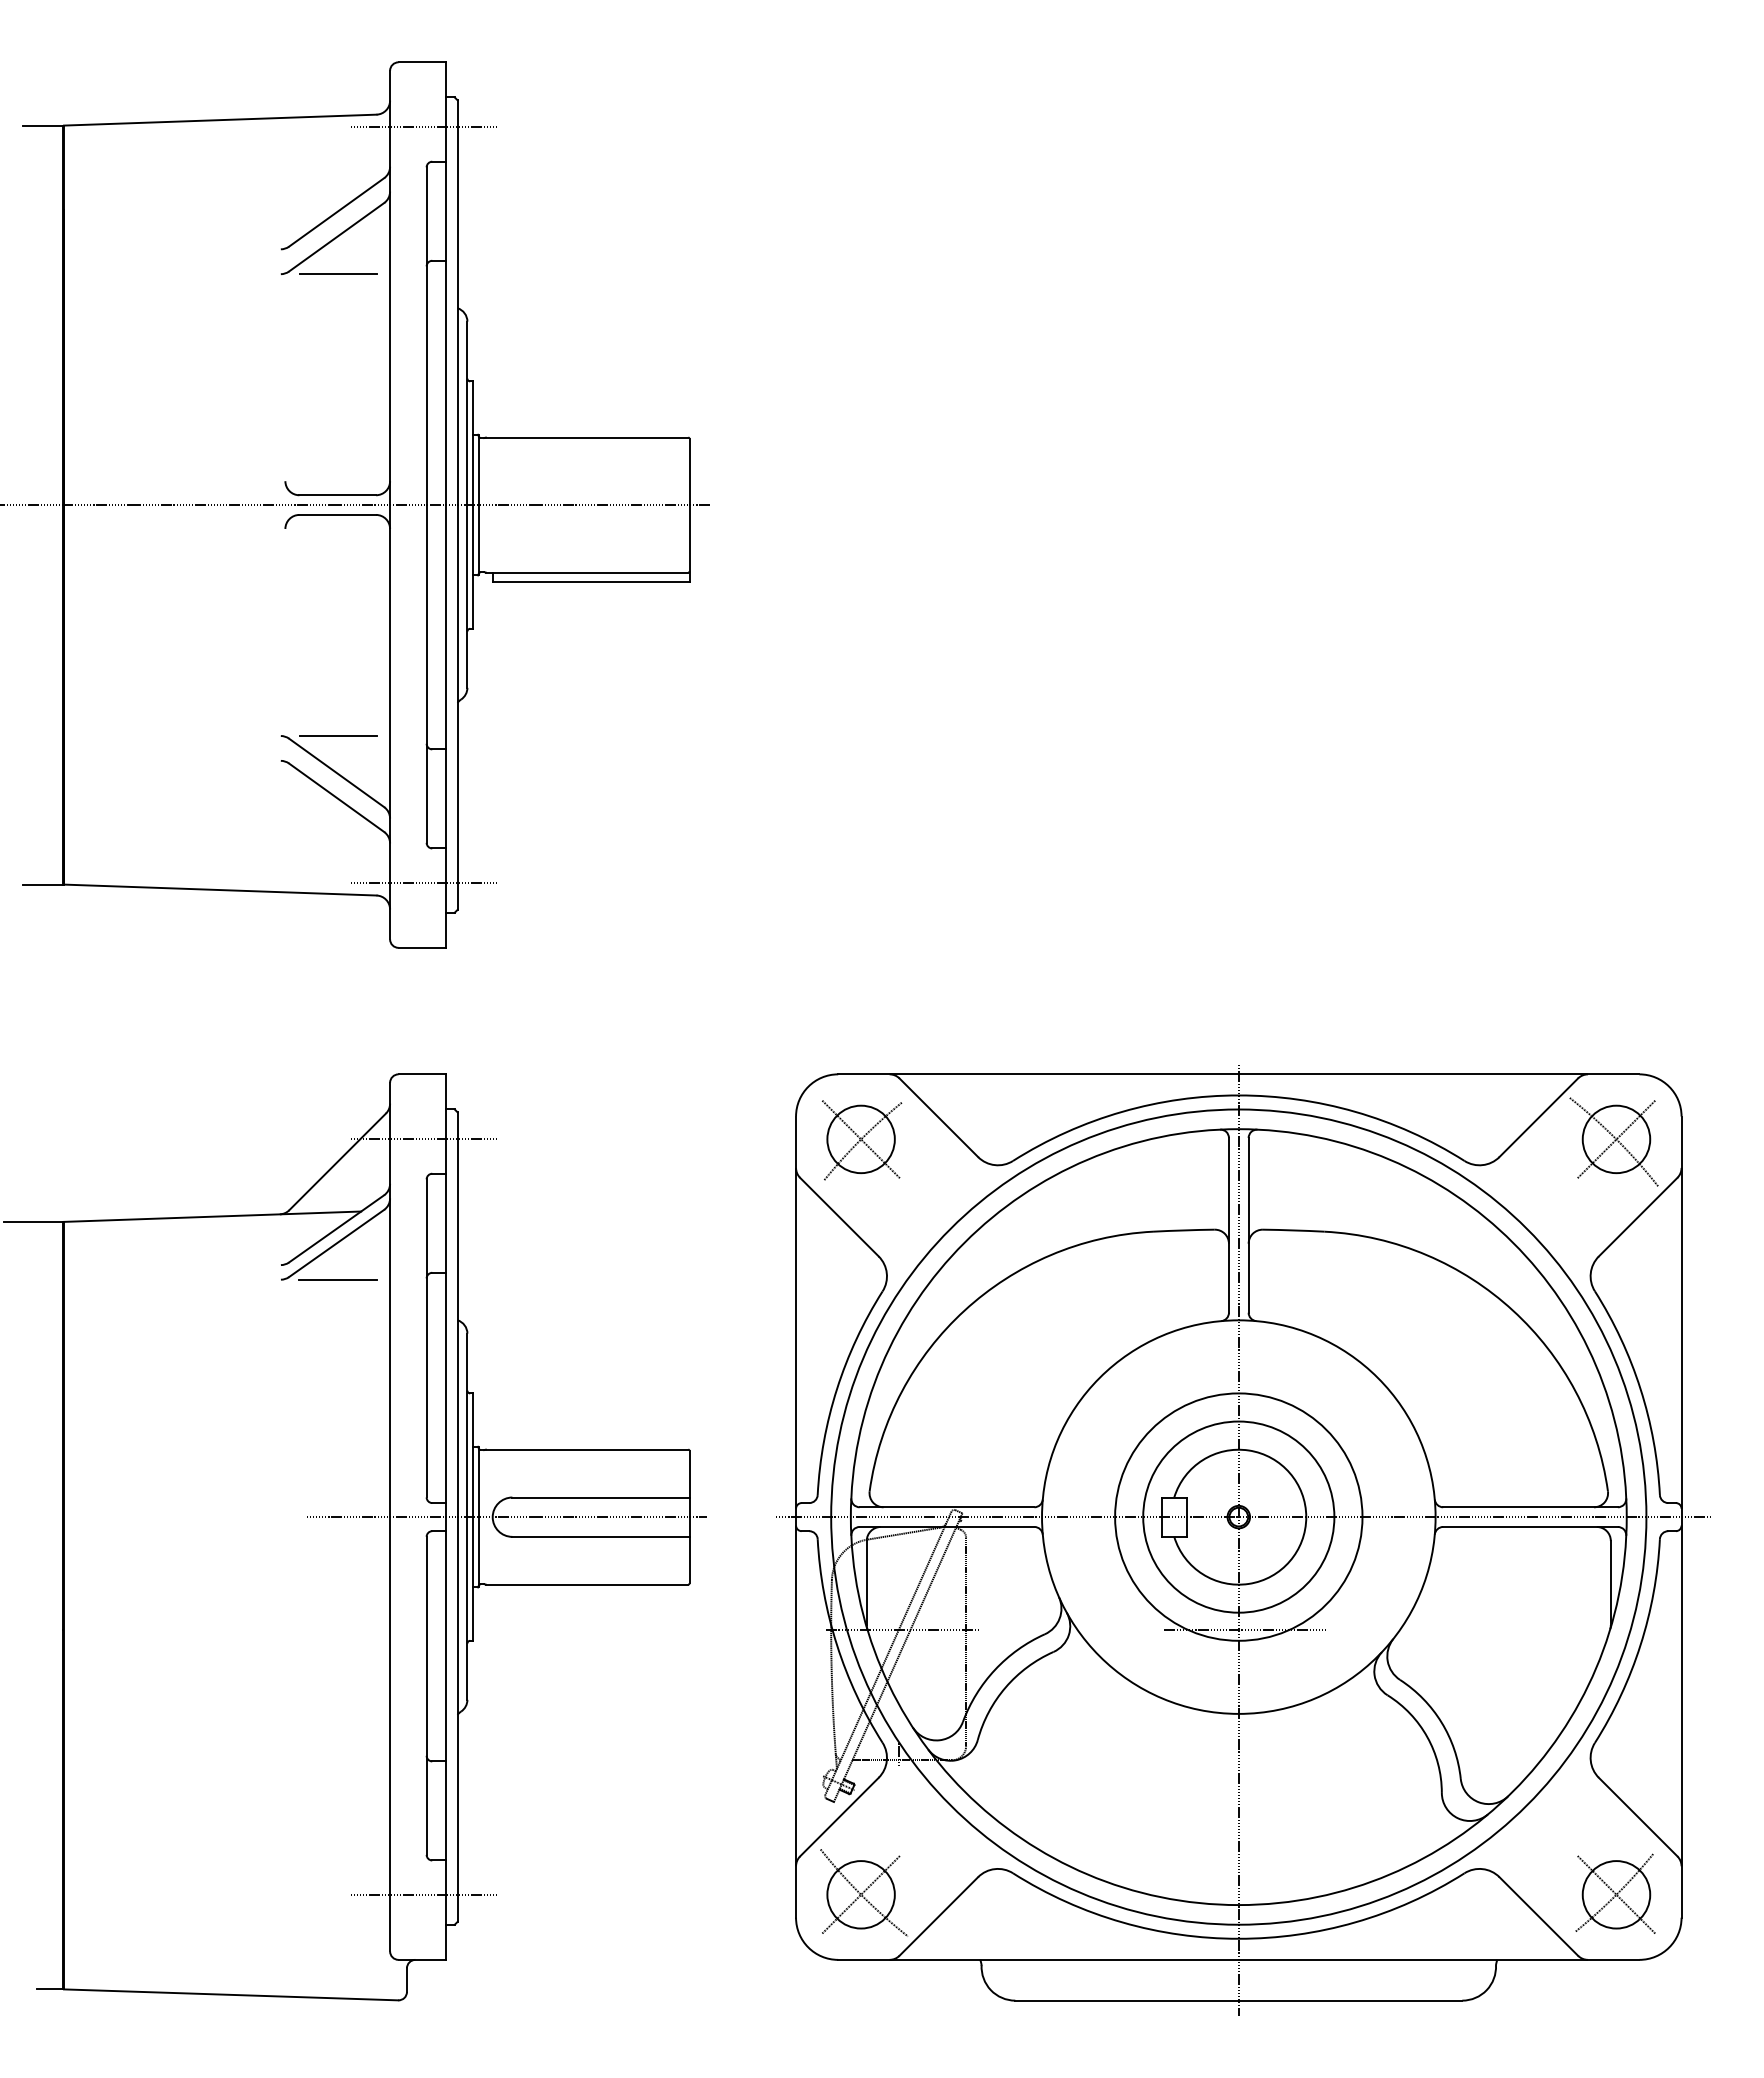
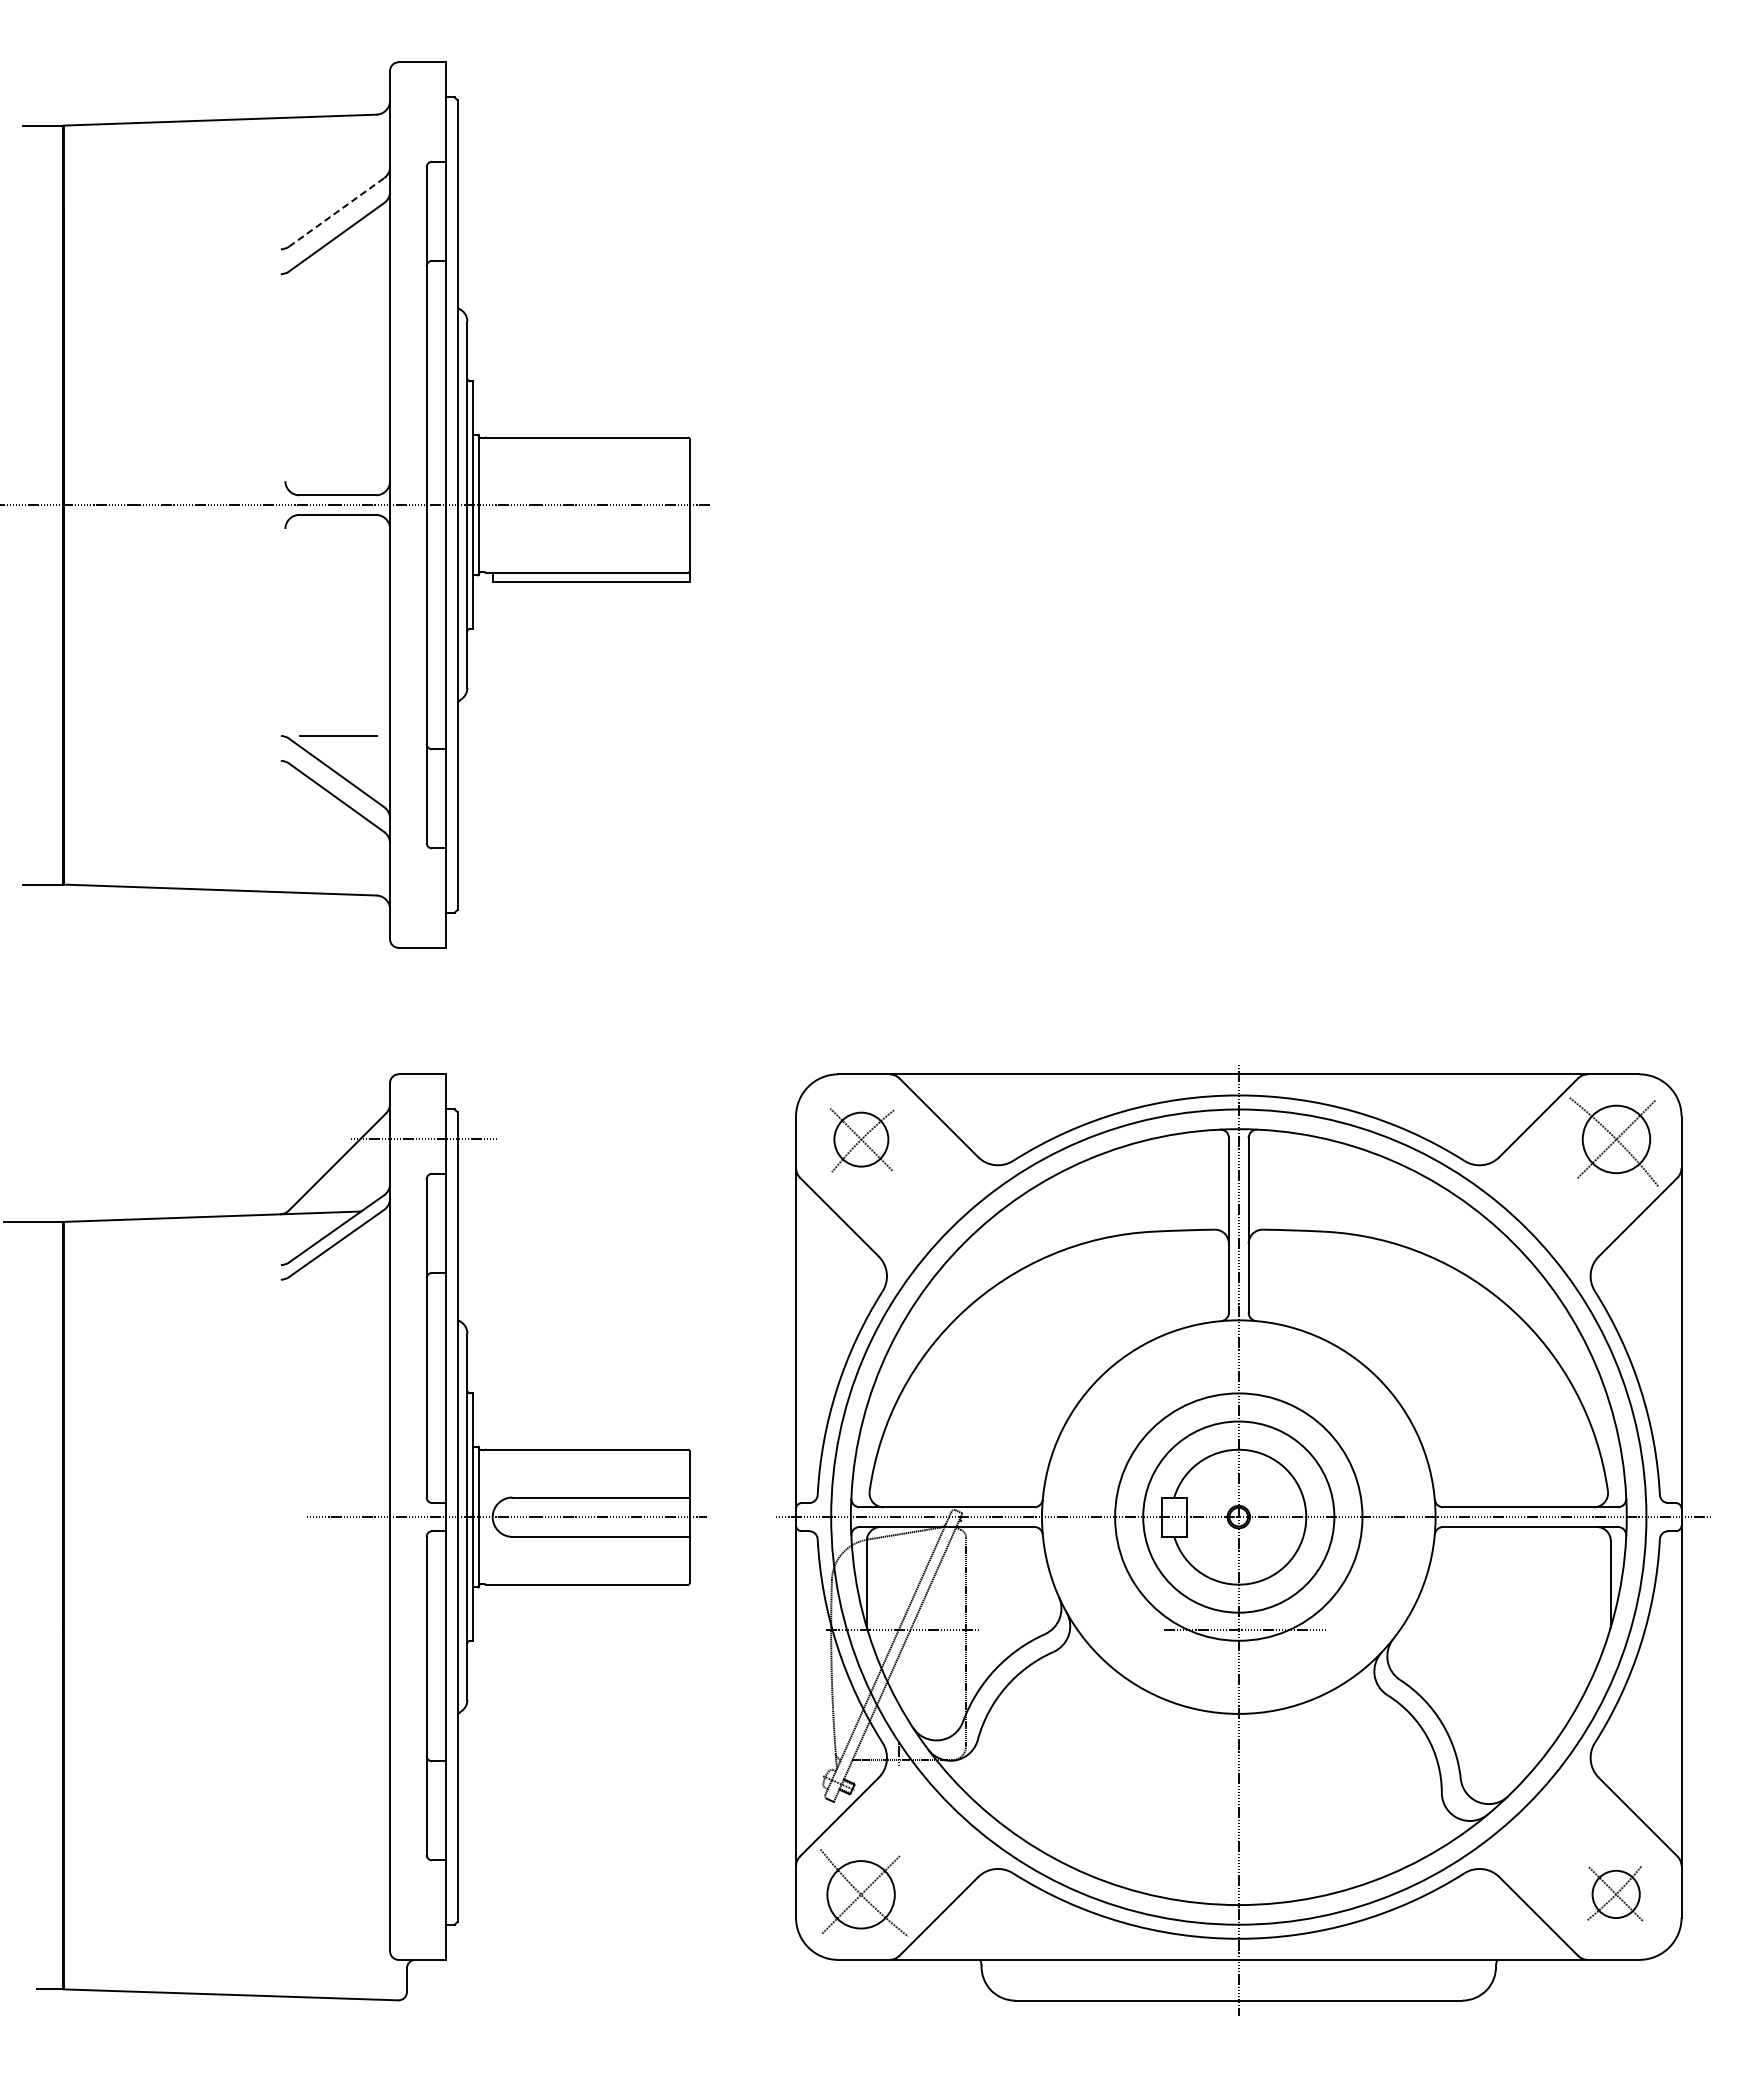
line at (423, 127): present -> none
line at (336, 212): solid -> dashed
line at (337, 274): present -> none
line at (423, 882): present -> none
part at (862, 1140) size: 81x81 px -> 65x65 px
line at (337, 1279): present -> none
part at (1615, 1893) size: 81x81 px -> 57x57 px
line at (423, 1894): present -> none
